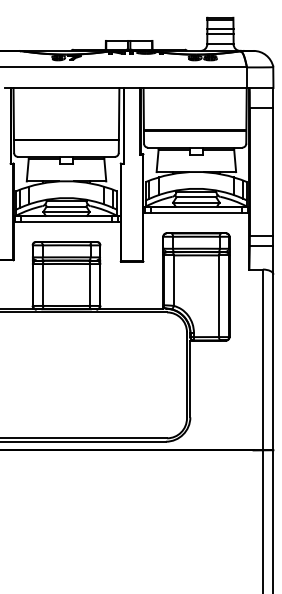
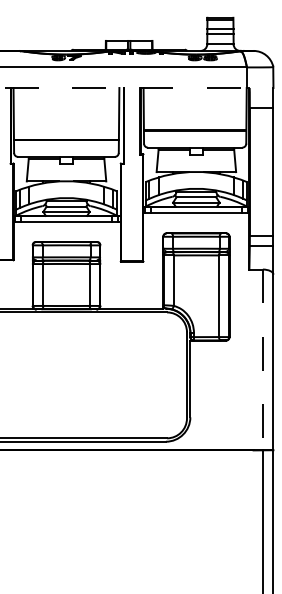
line at (139, 88): solid -> dashed
line at (262, 360): solid -> dashed
